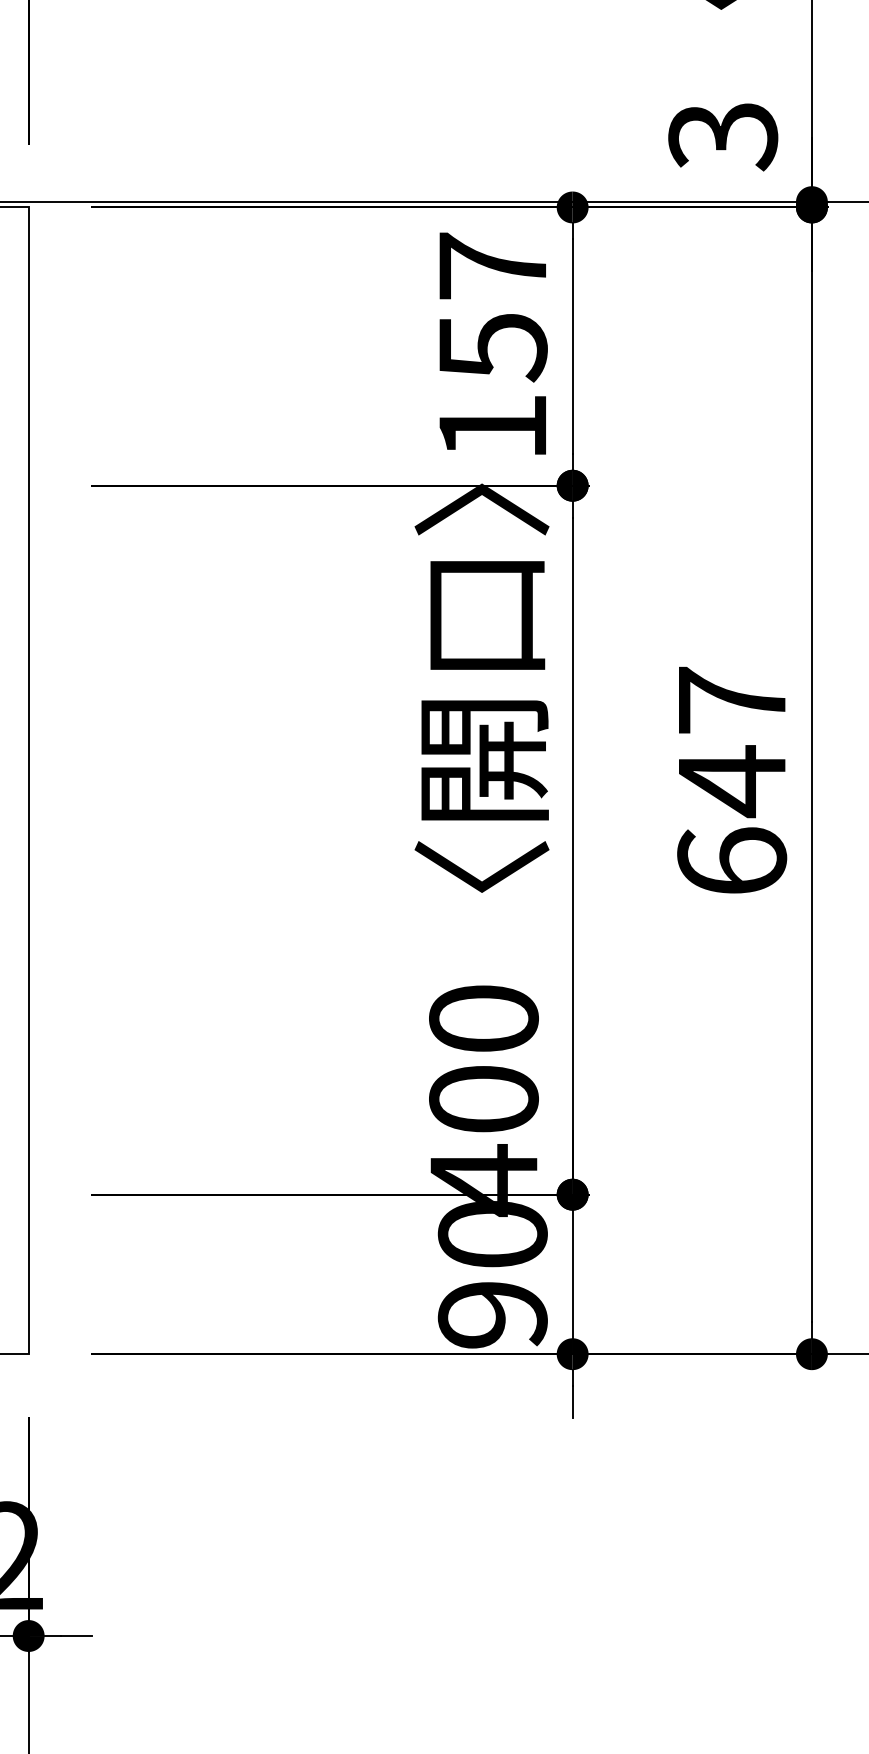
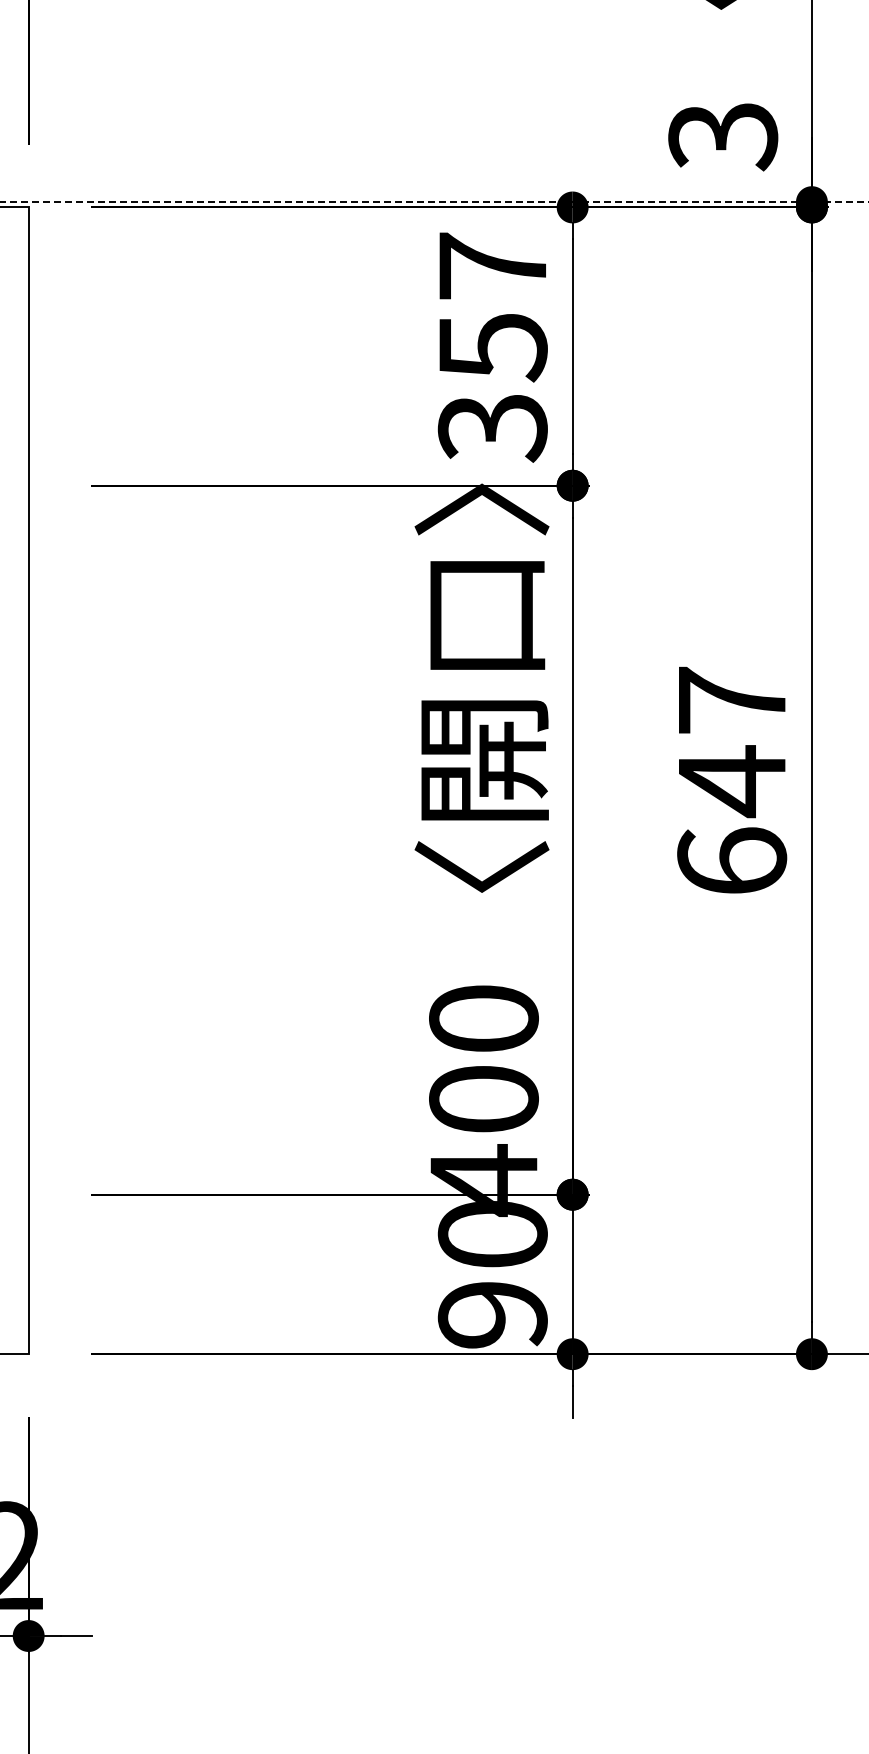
line at (434, 202): solid -> dashed
text at (492, 428): 157 -> 357
